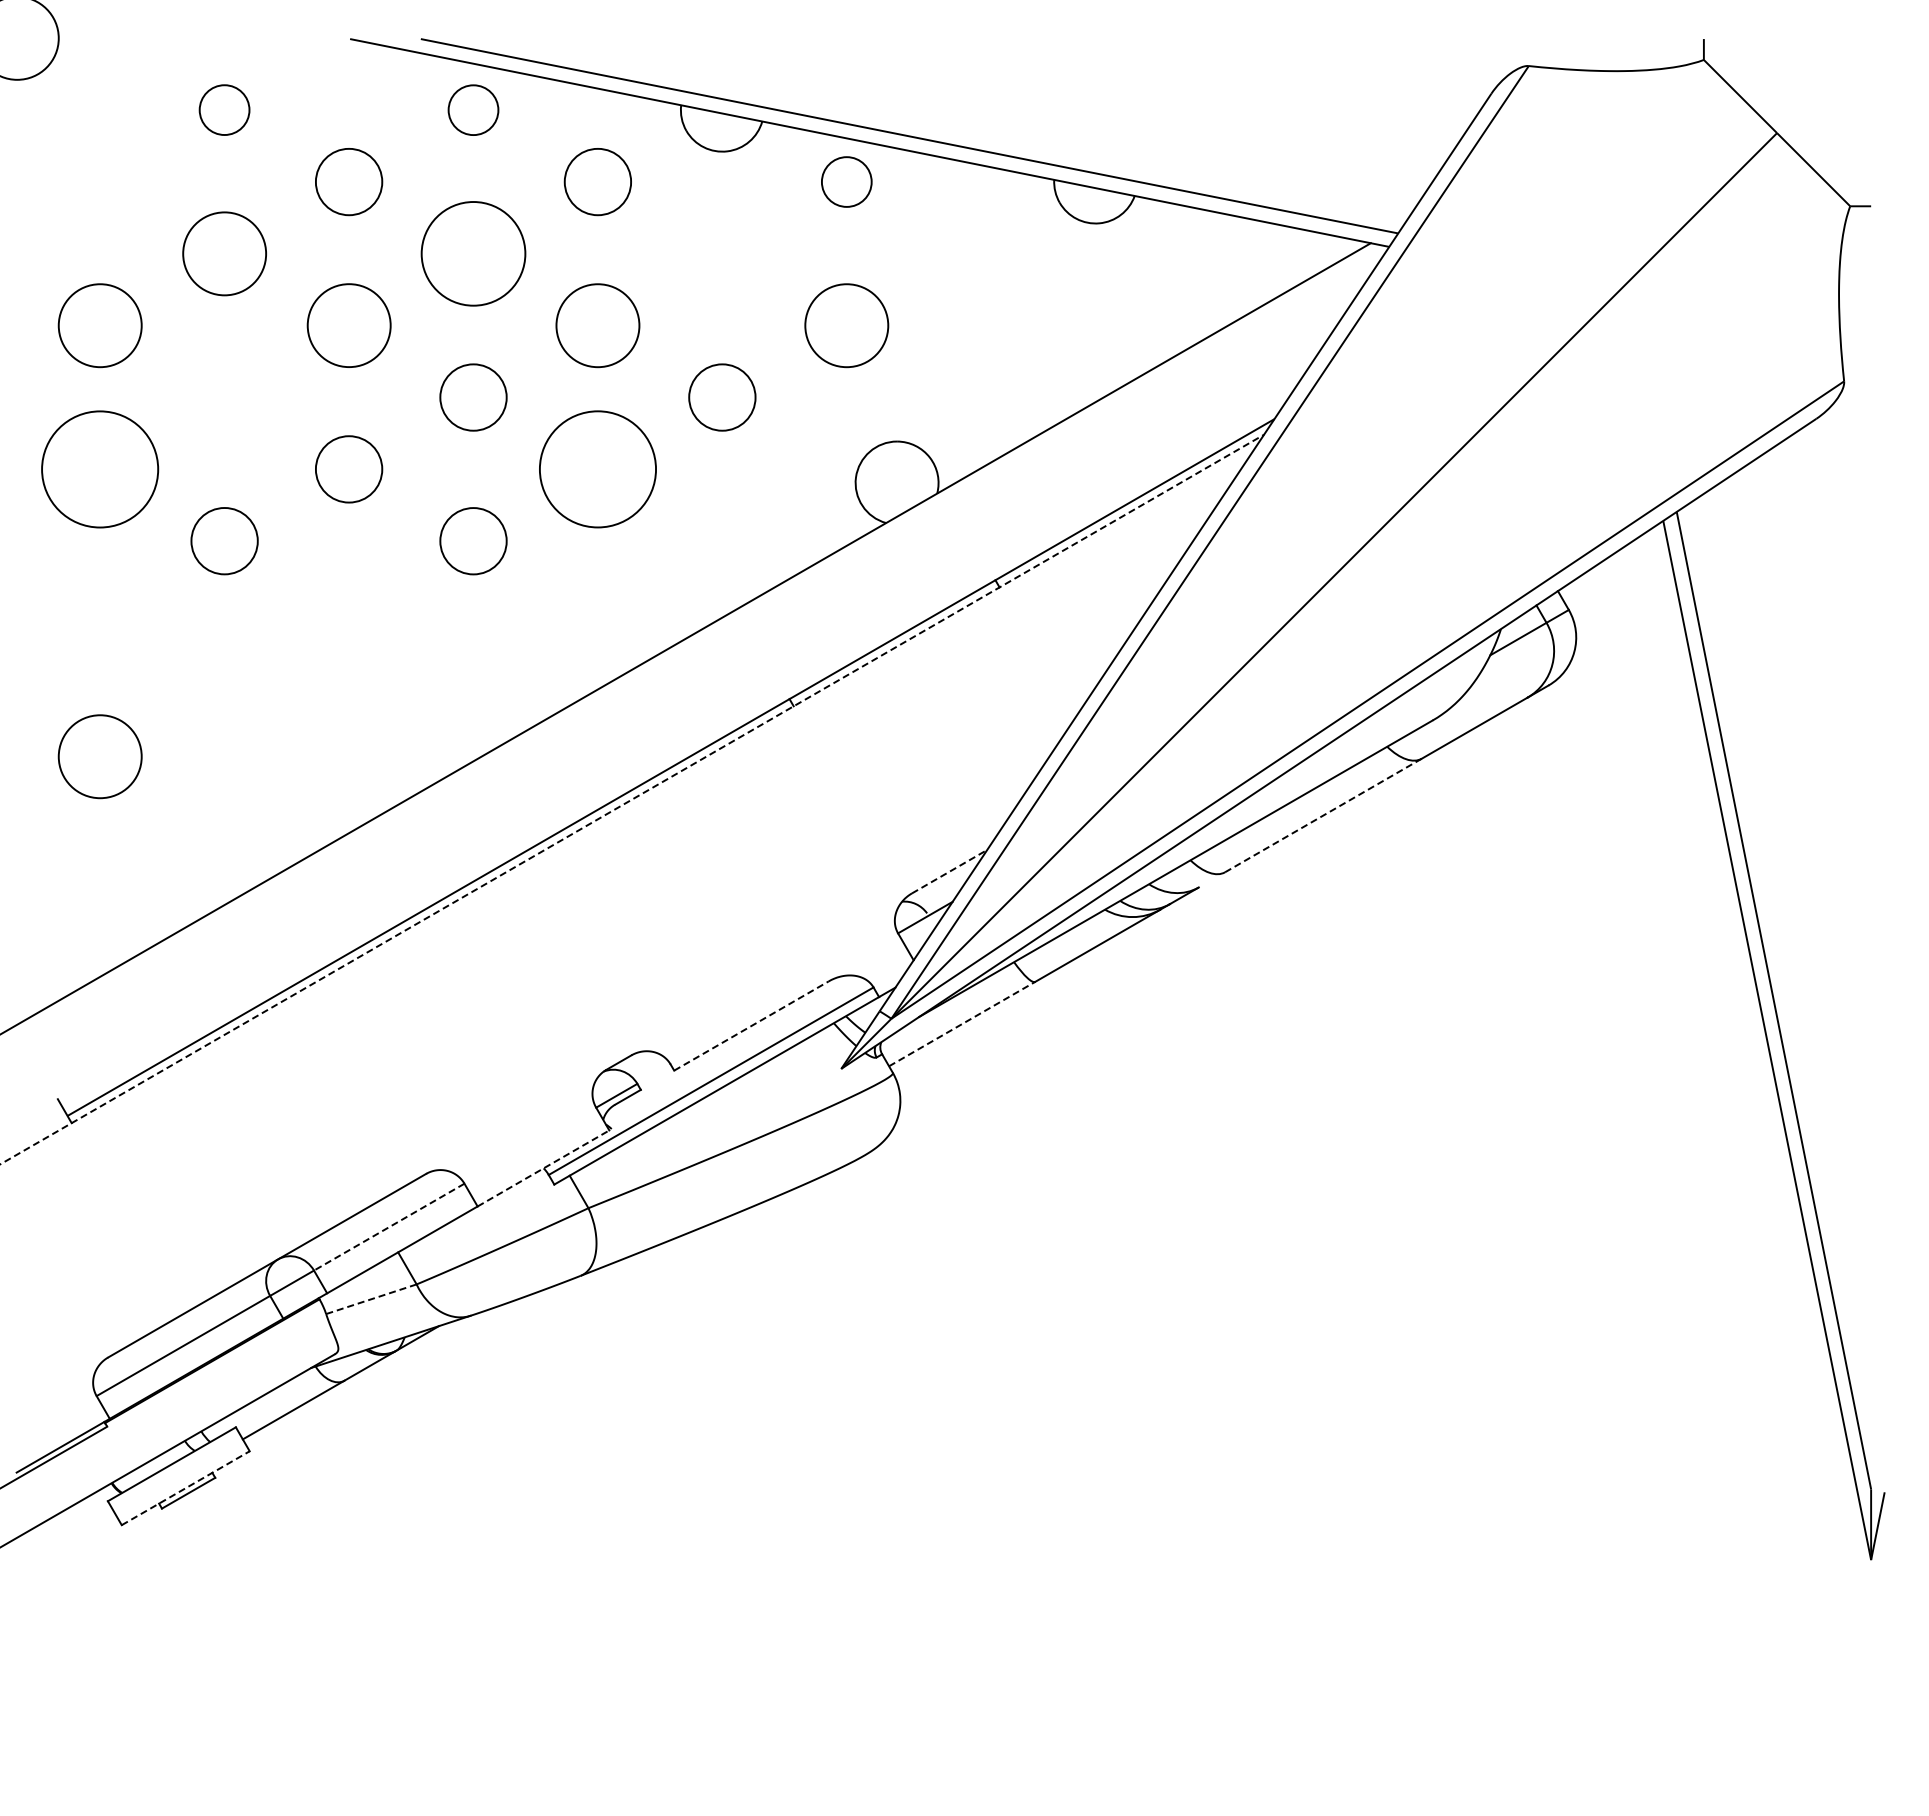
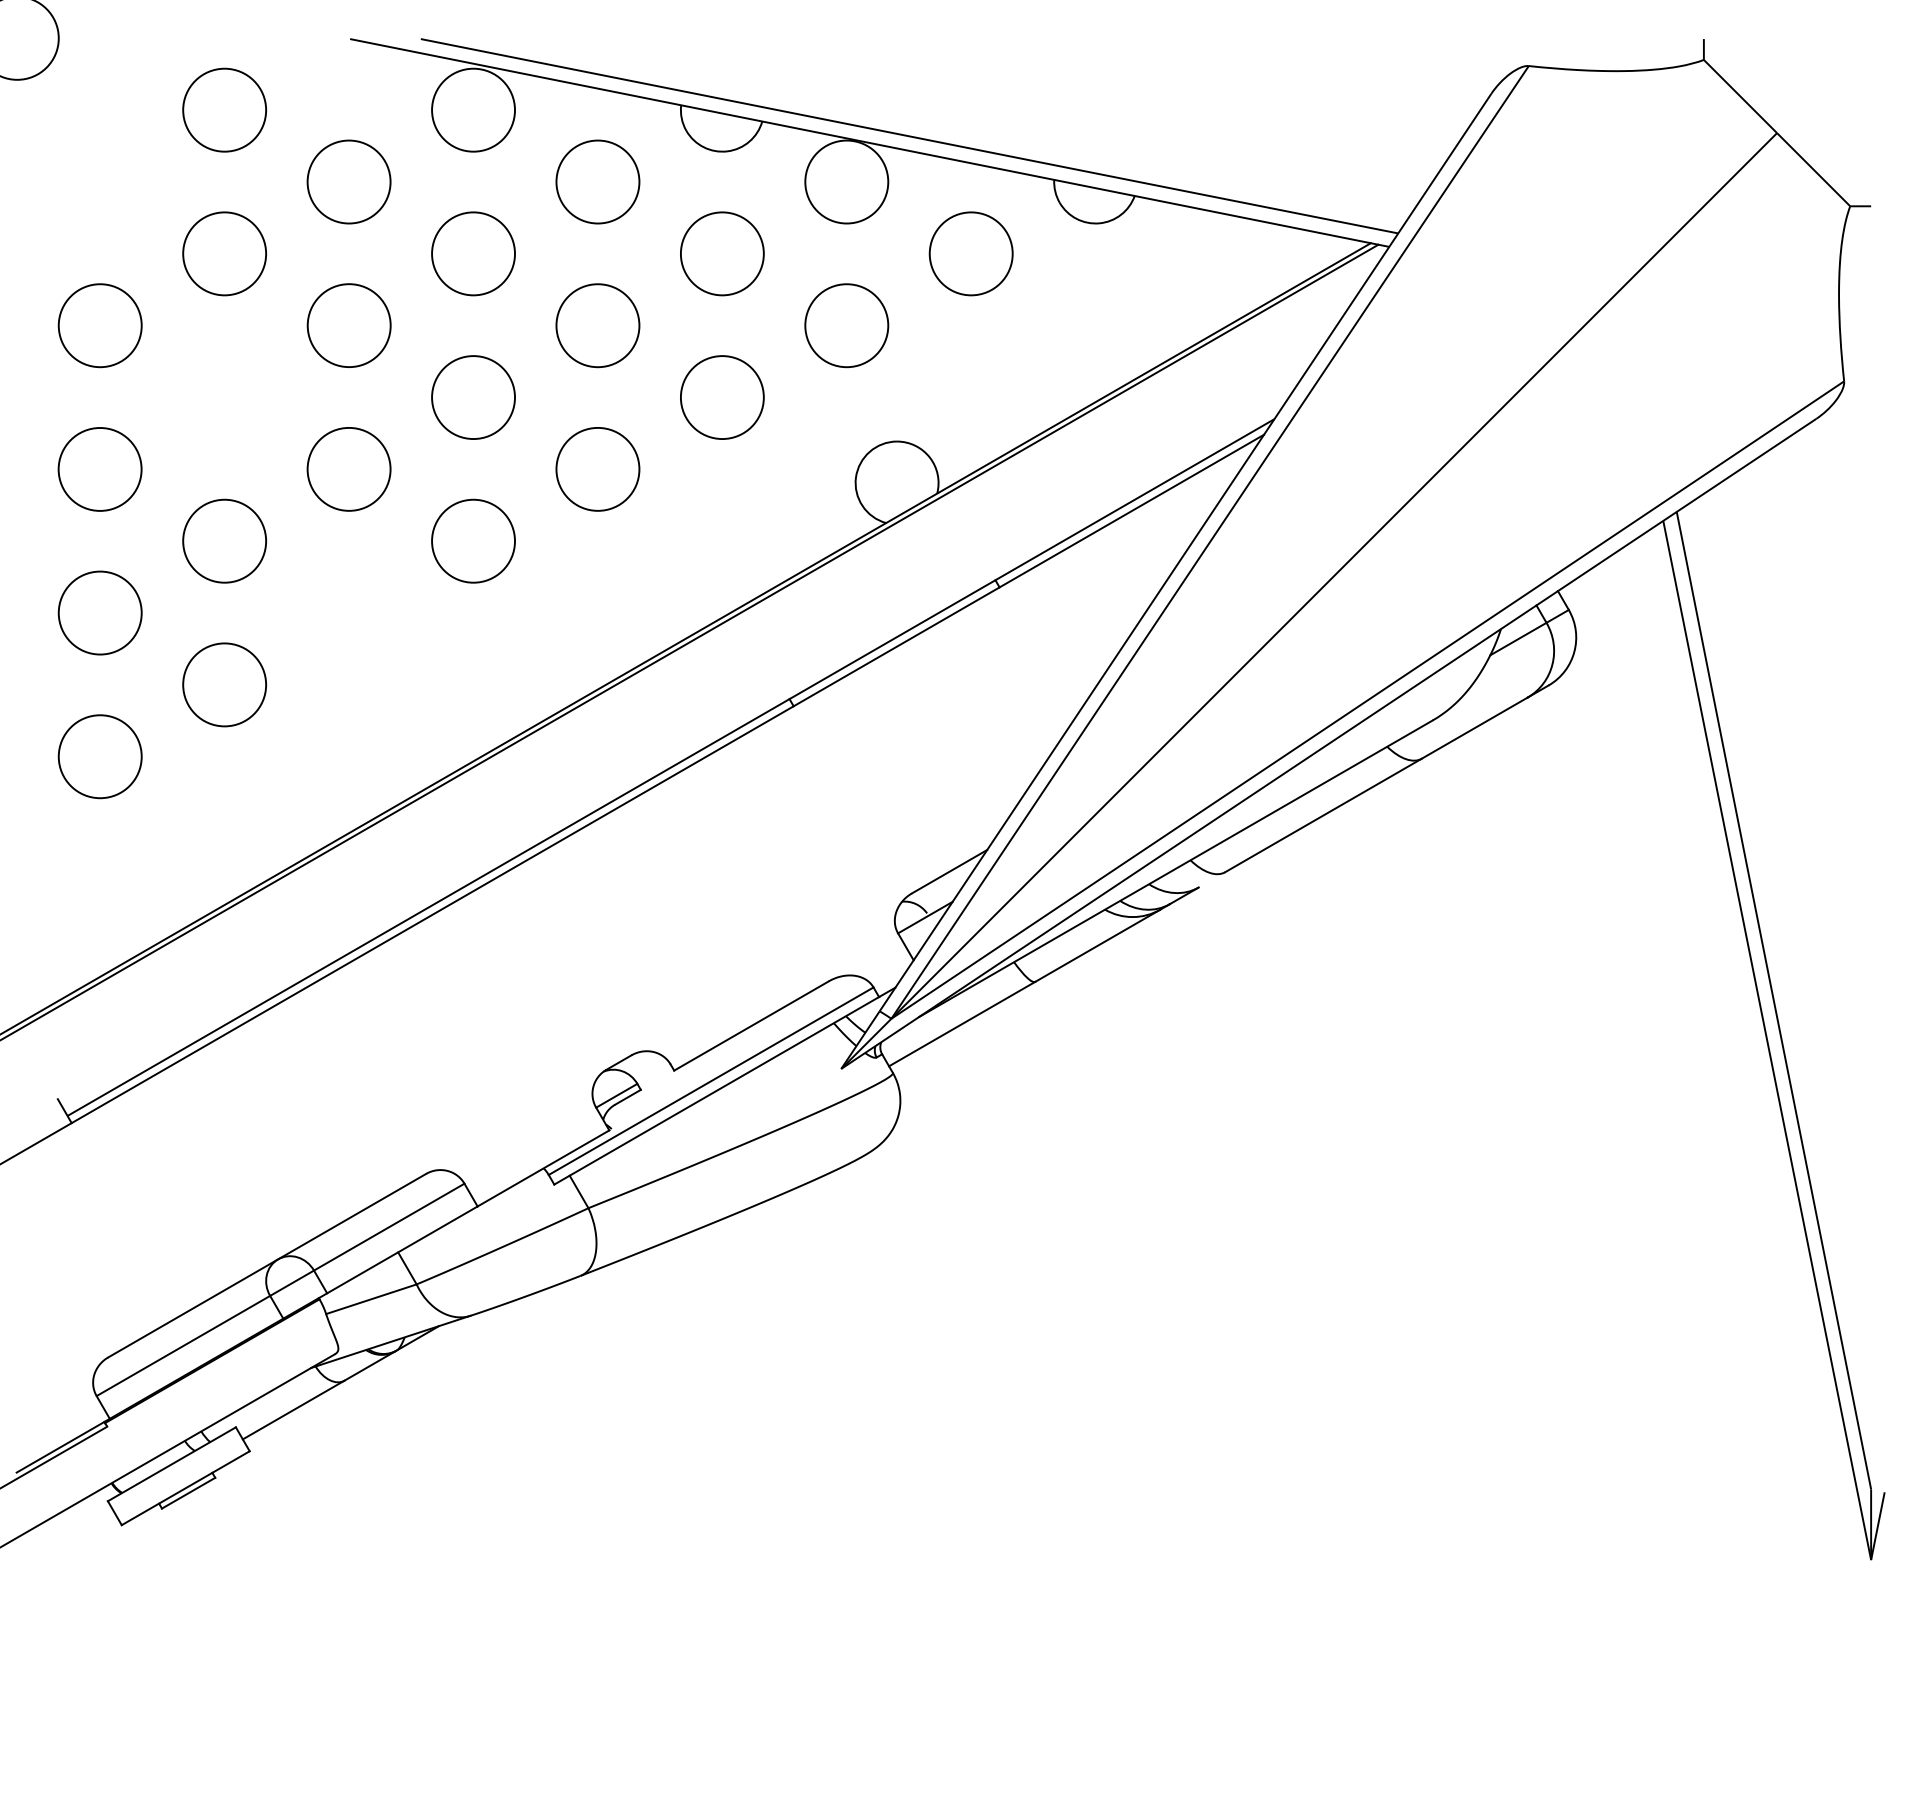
circle at (224, 109) size: 53x52 px -> 85x86 px
circle at (473, 110) diameter: 50 px -> 83 px
circle at (348, 181) diameter: 66 px -> 83 px
circle at (597, 181) diameter: 66 px -> 83 px
circle at (846, 181) diameter: 50 px -> 83 px
circle at (473, 253) size: 107x106 px -> 85x86 px
circle at (722, 253): none -> present
circle at (970, 253): none -> present
circle at (473, 397) diameter: 66 px -> 83 px
circle at (722, 397) diameter: 66 px -> 83 px
circle at (100, 469) diameter: 116 px -> 83 px
circle at (348, 469) diameter: 66 px -> 83 px
circle at (597, 469) diameter: 116 px -> 83 px
circle at (224, 541) size: 69x69 px -> 85x86 px
circle at (473, 541) diameter: 66 px -> 83 px
circle at (99, 612): none -> present
line at (690, 641): none -> present
circle at (224, 684): none -> present
line at (632, 799): dashed -> solid
line at (1323, 815): dashed -> solid
line at (950, 871): dashed -> solid
line at (962, 1023): dashed -> solid
line at (751, 1025): dashed -> solid
line at (543, 1168): dashed -> solid
line at (389, 1227): dashed -> solid
line at (371, 1299): dashed -> solid
line at (185, 1488): dashed -> solid
